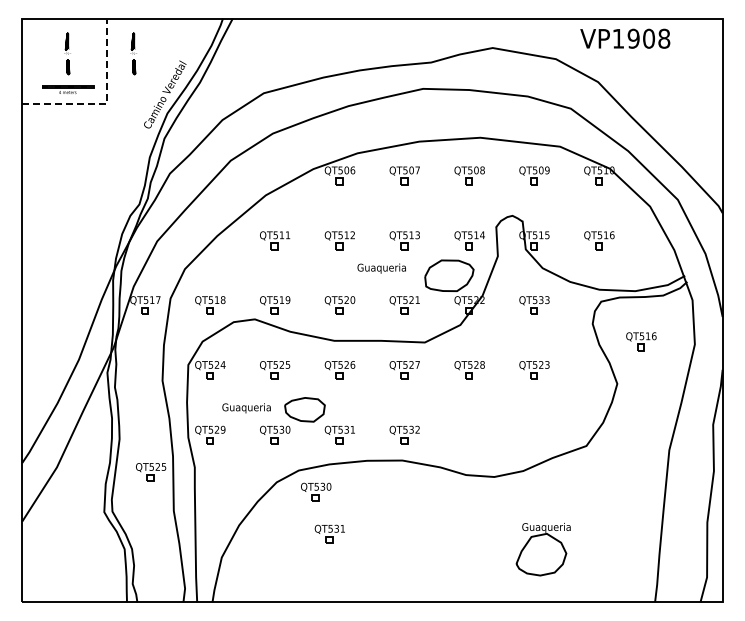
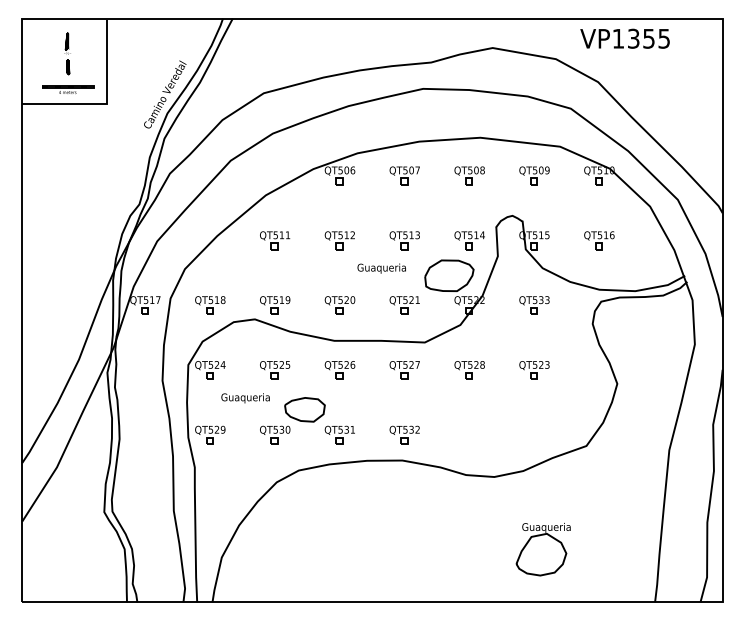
text at (648, 38): VP1908 -> VP1355
part at (133, 53): present -> none
line at (106, 104): dashed -> solid
part at (641, 341): present -> none
text at (246, 408) position: (246, 408) -> (245, 398)
part at (151, 472): present -> none
part at (316, 491): present -> none
part at (329, 533): present -> none
